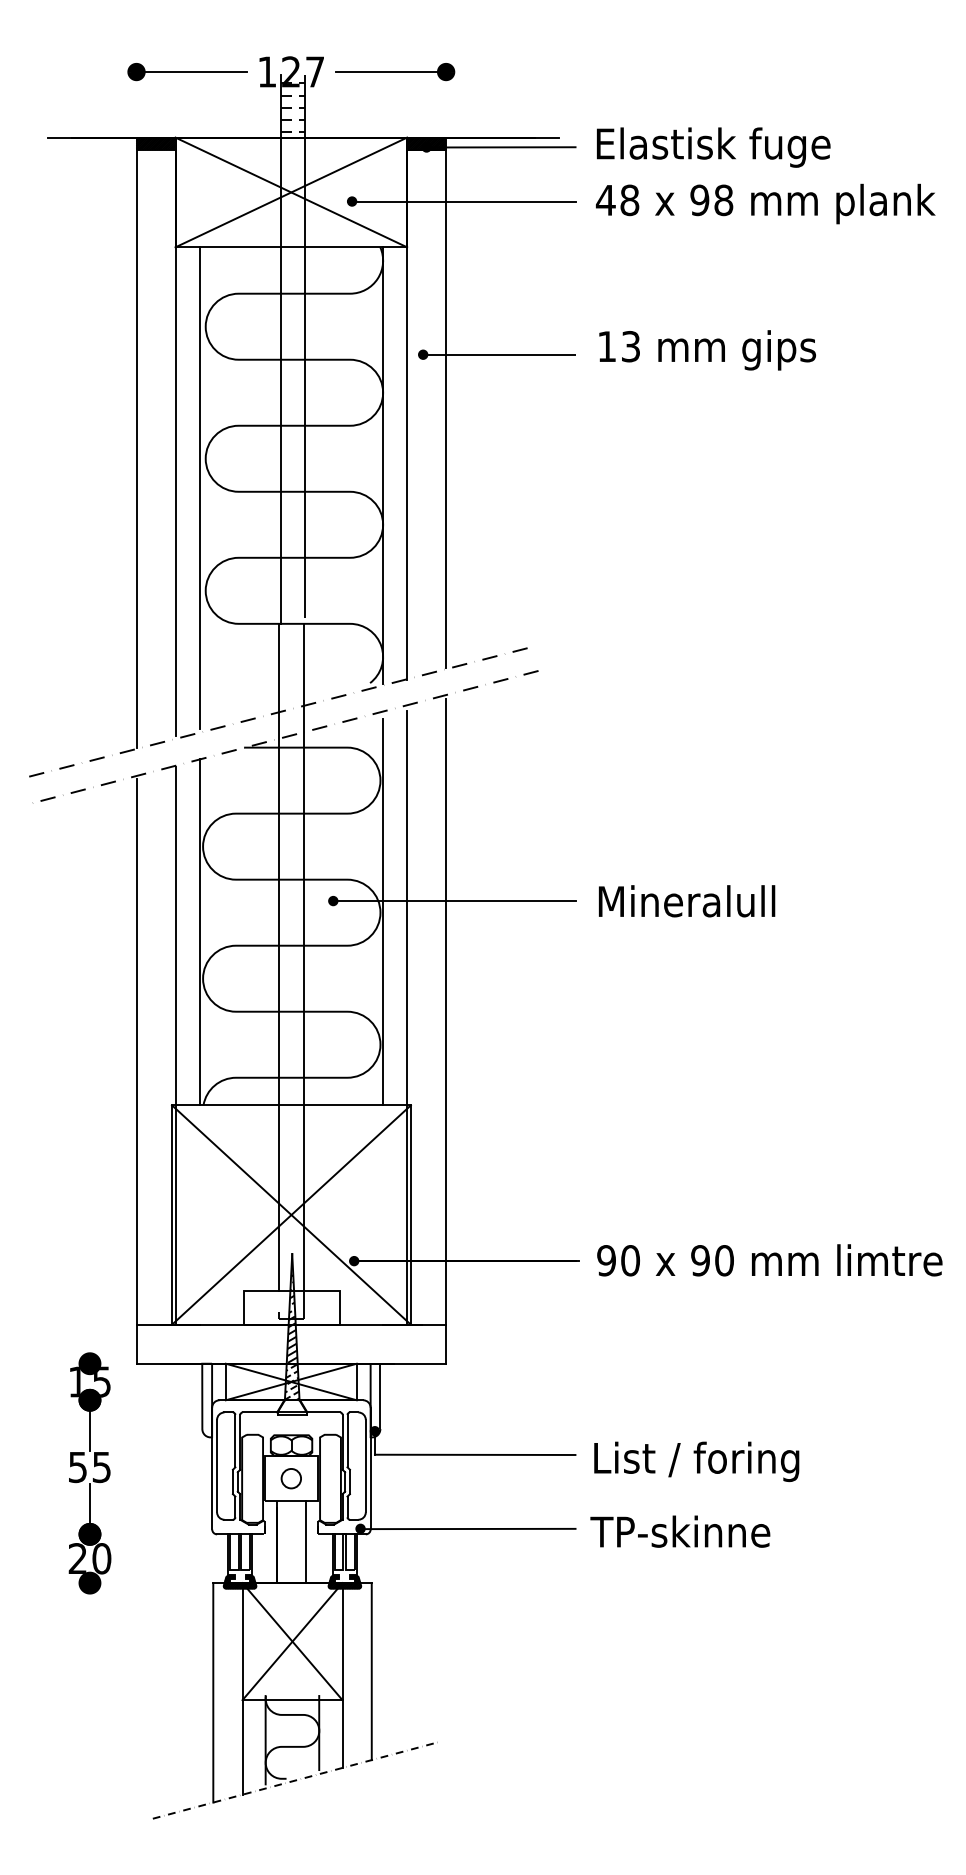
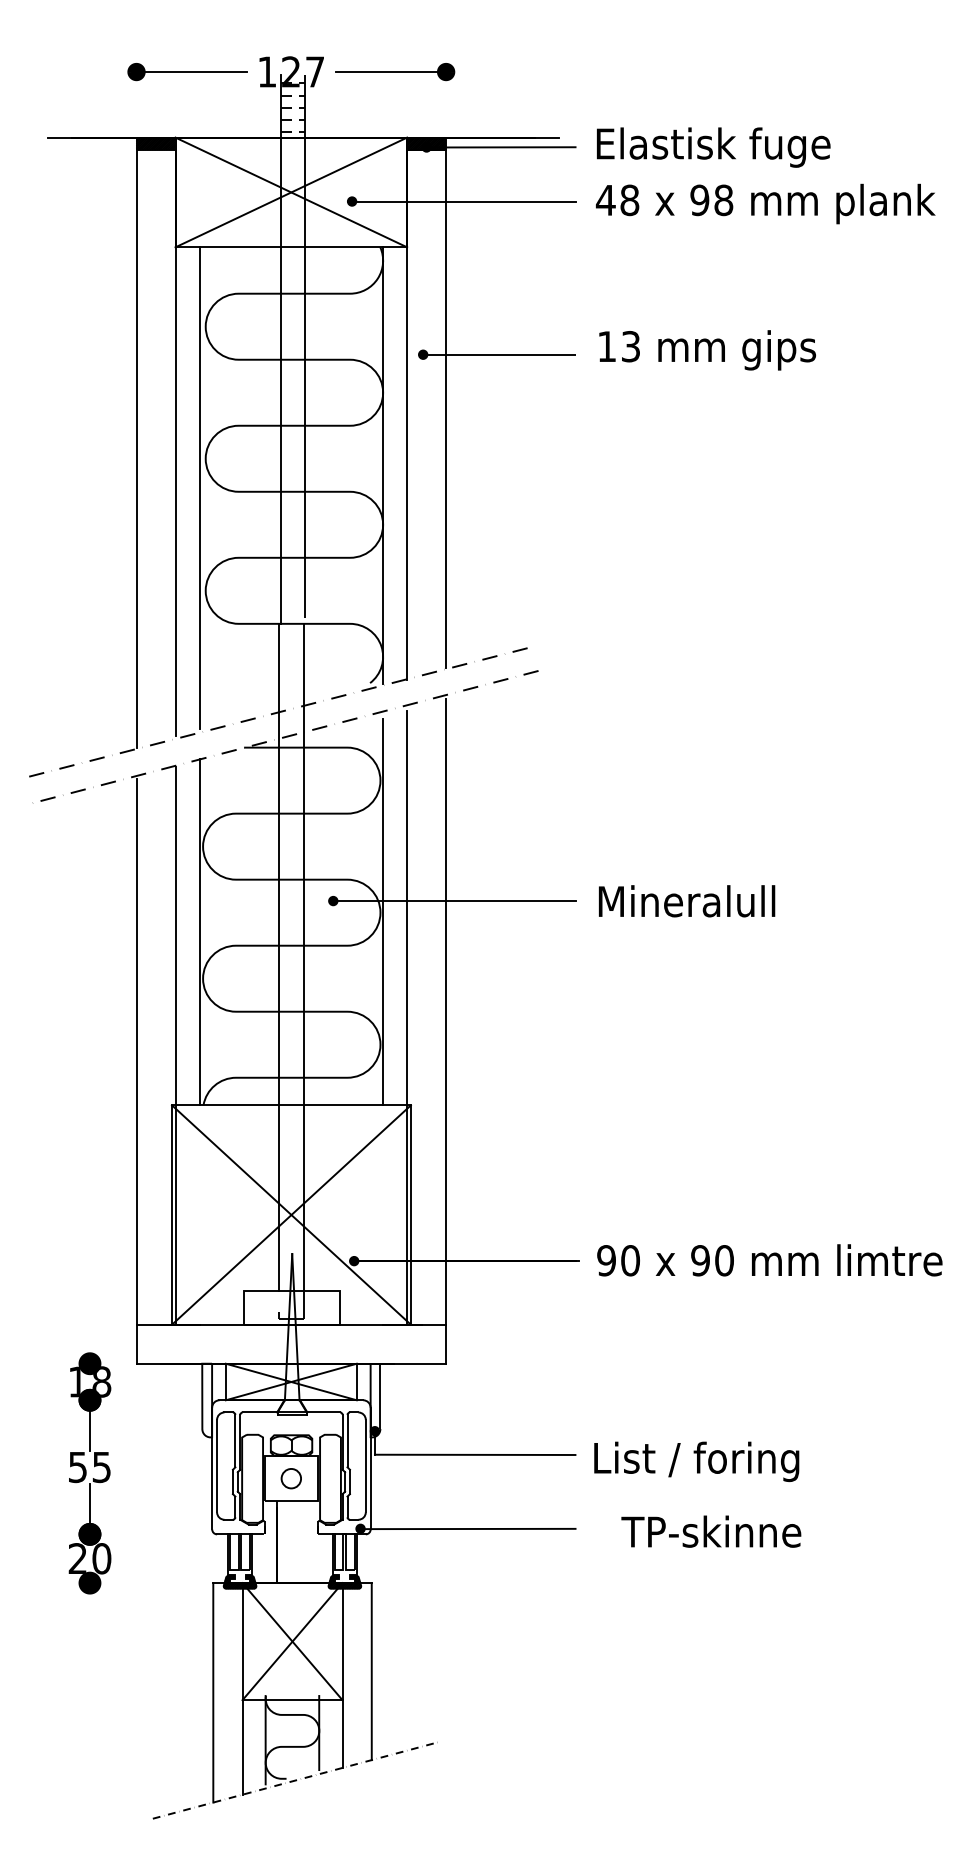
hatch at (291, 1326): present -> none
text at (101, 1381): 15 -> 18
text at (680, 1531) position: (680, 1531) -> (711, 1531)
line at (306, 1542): present -> none
